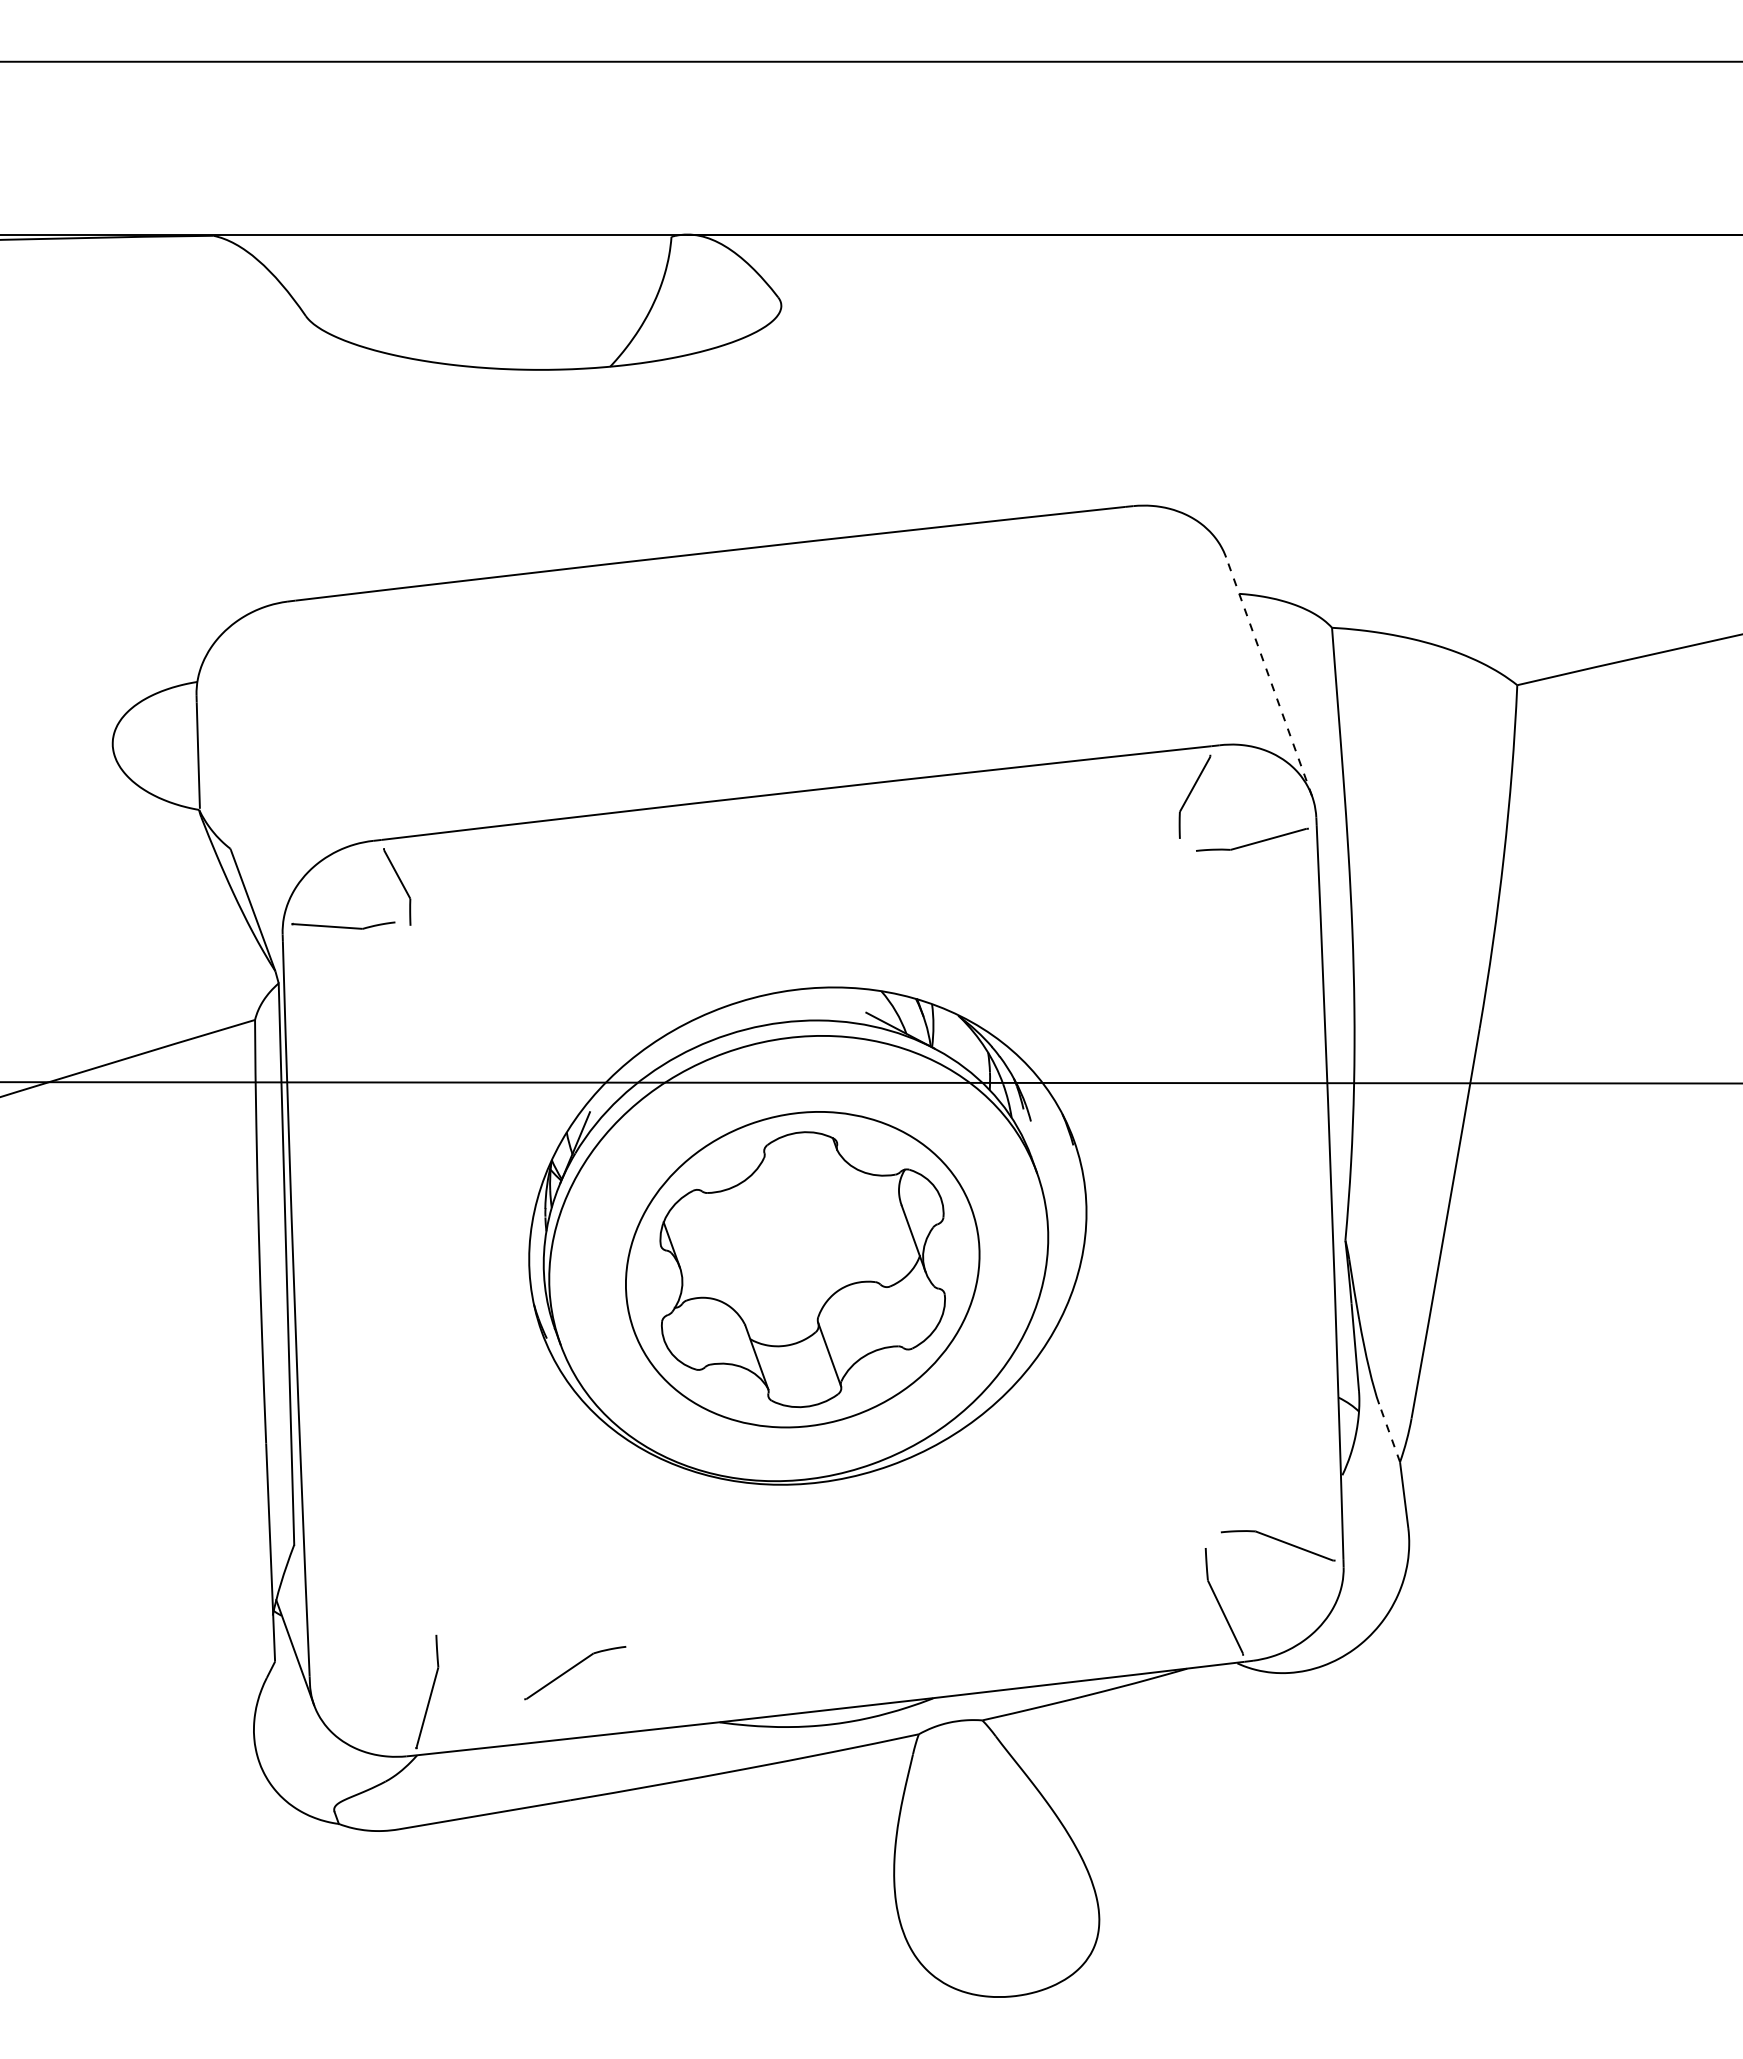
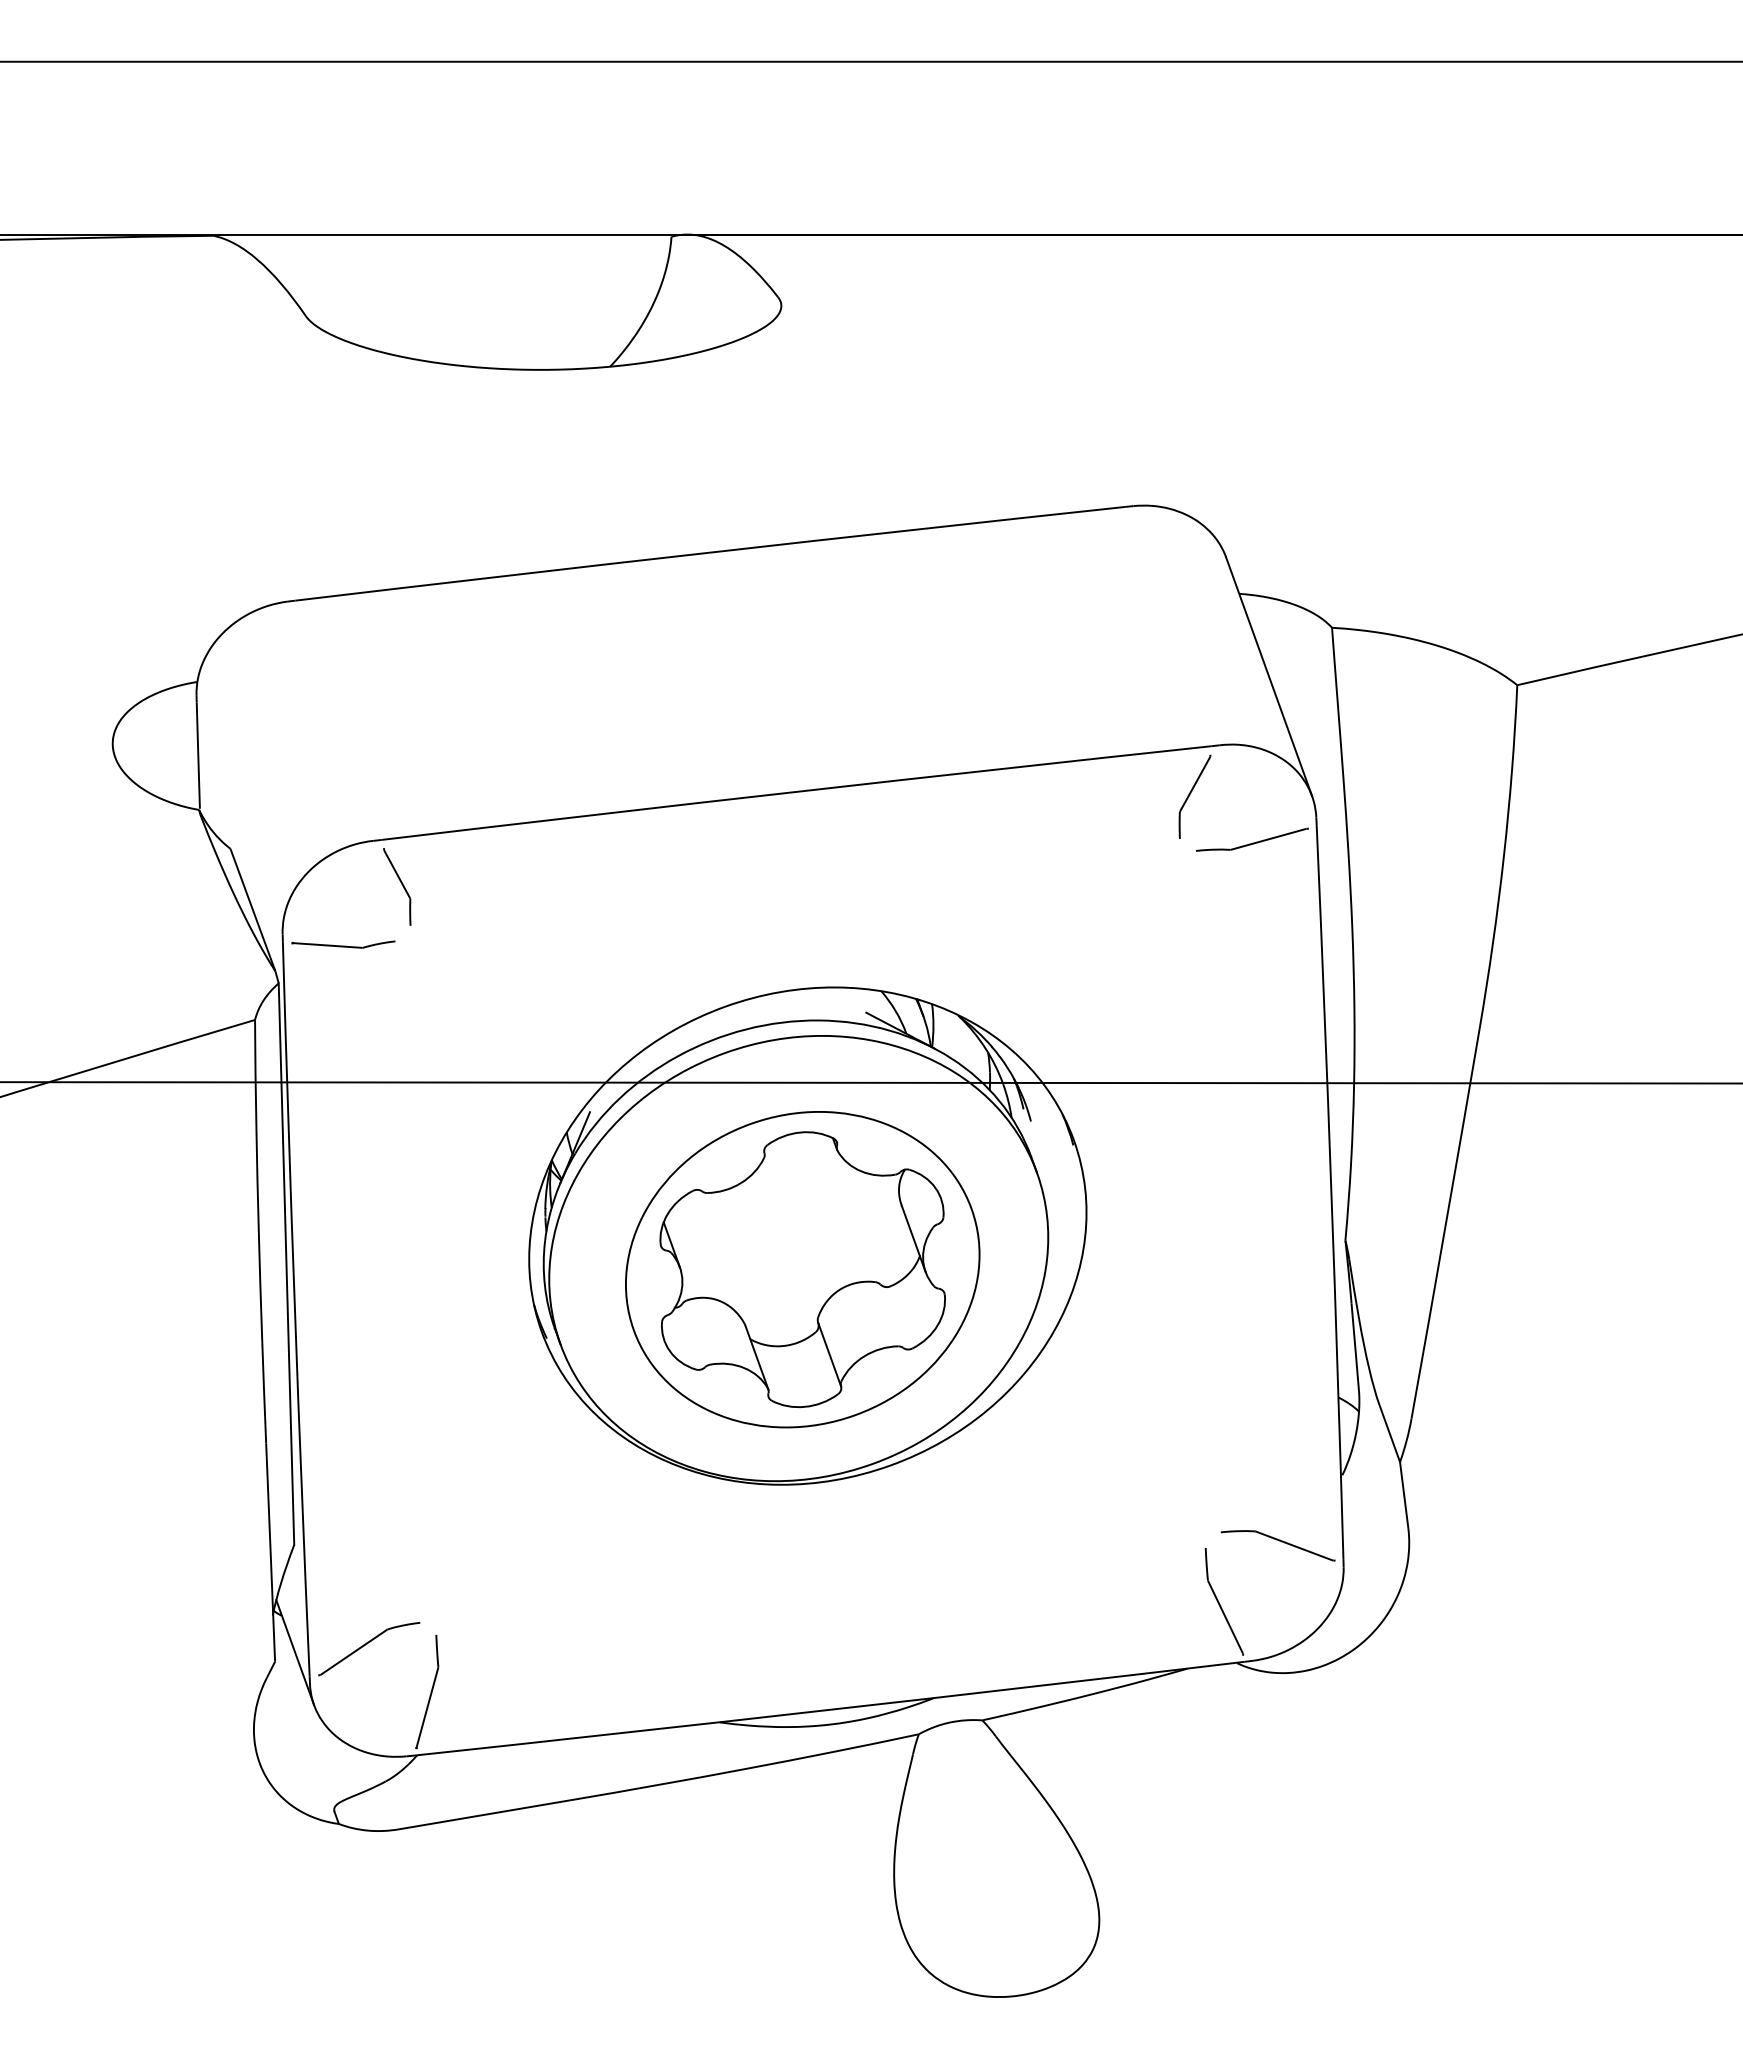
line at (1269, 676): dashed -> solid
part at (343, 925) position: (343, 925) -> (343, 944)
line at (1389, 1433): dashed -> solid
part at (575, 1673) position: (575, 1673) -> (369, 1649)
